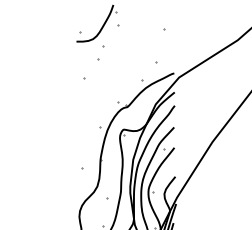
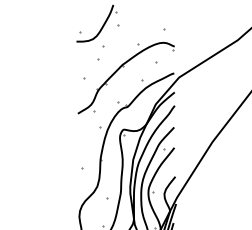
part at (118, 70): none -> present
